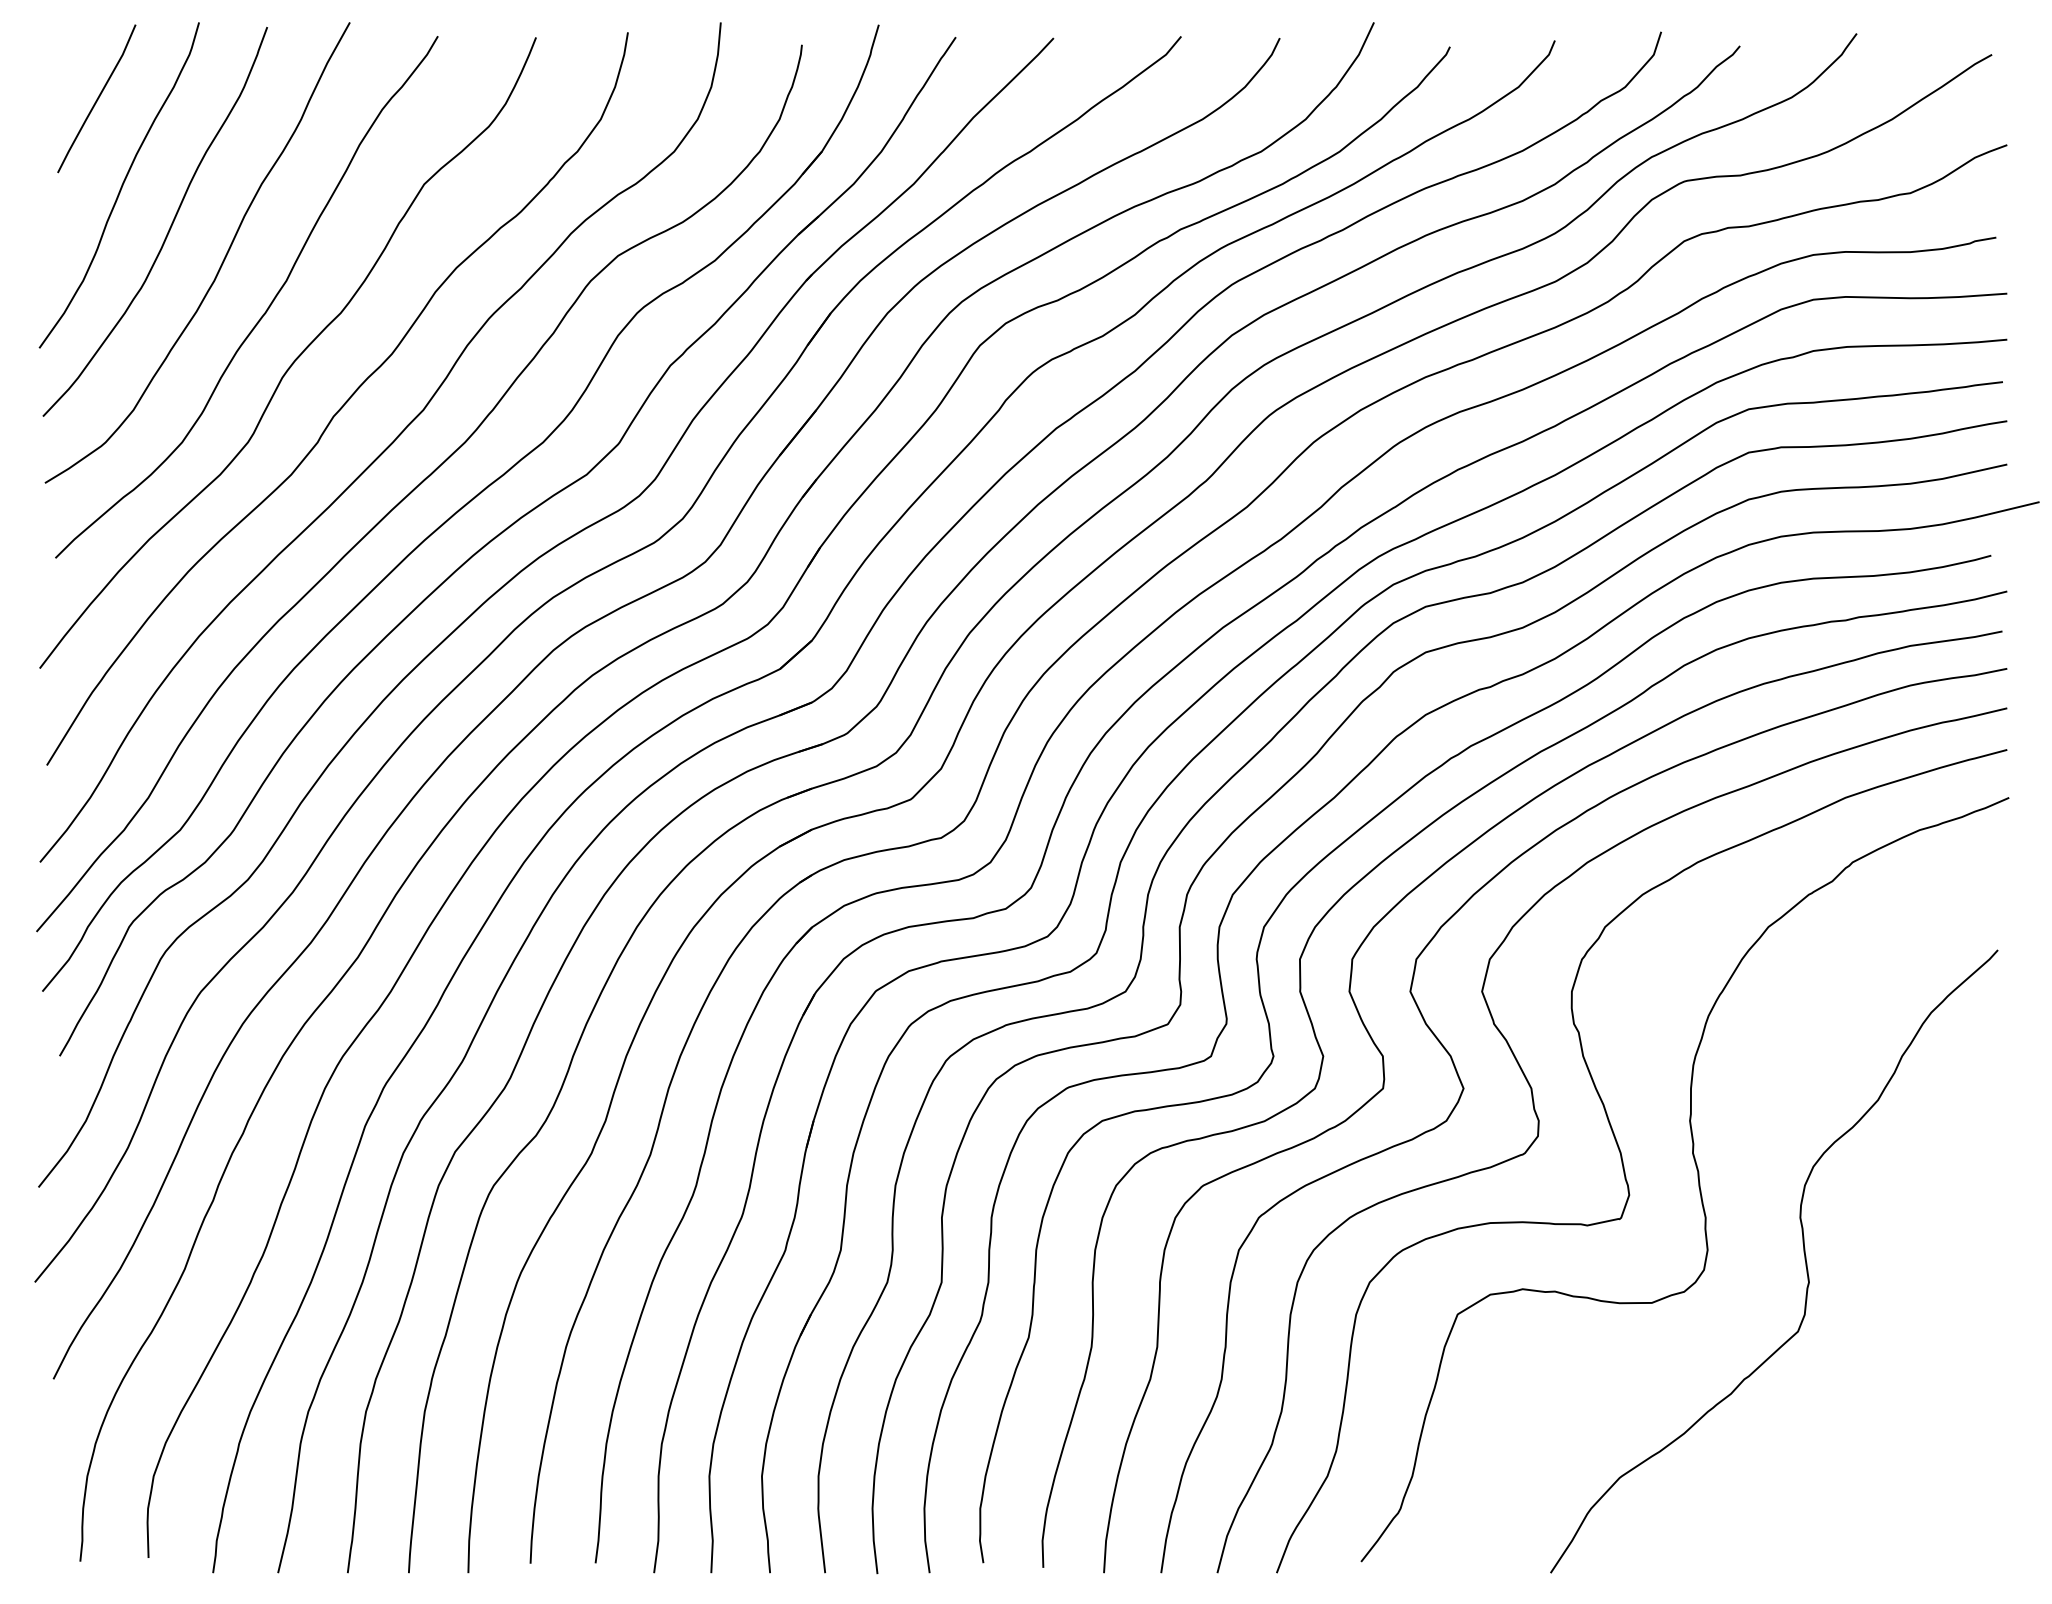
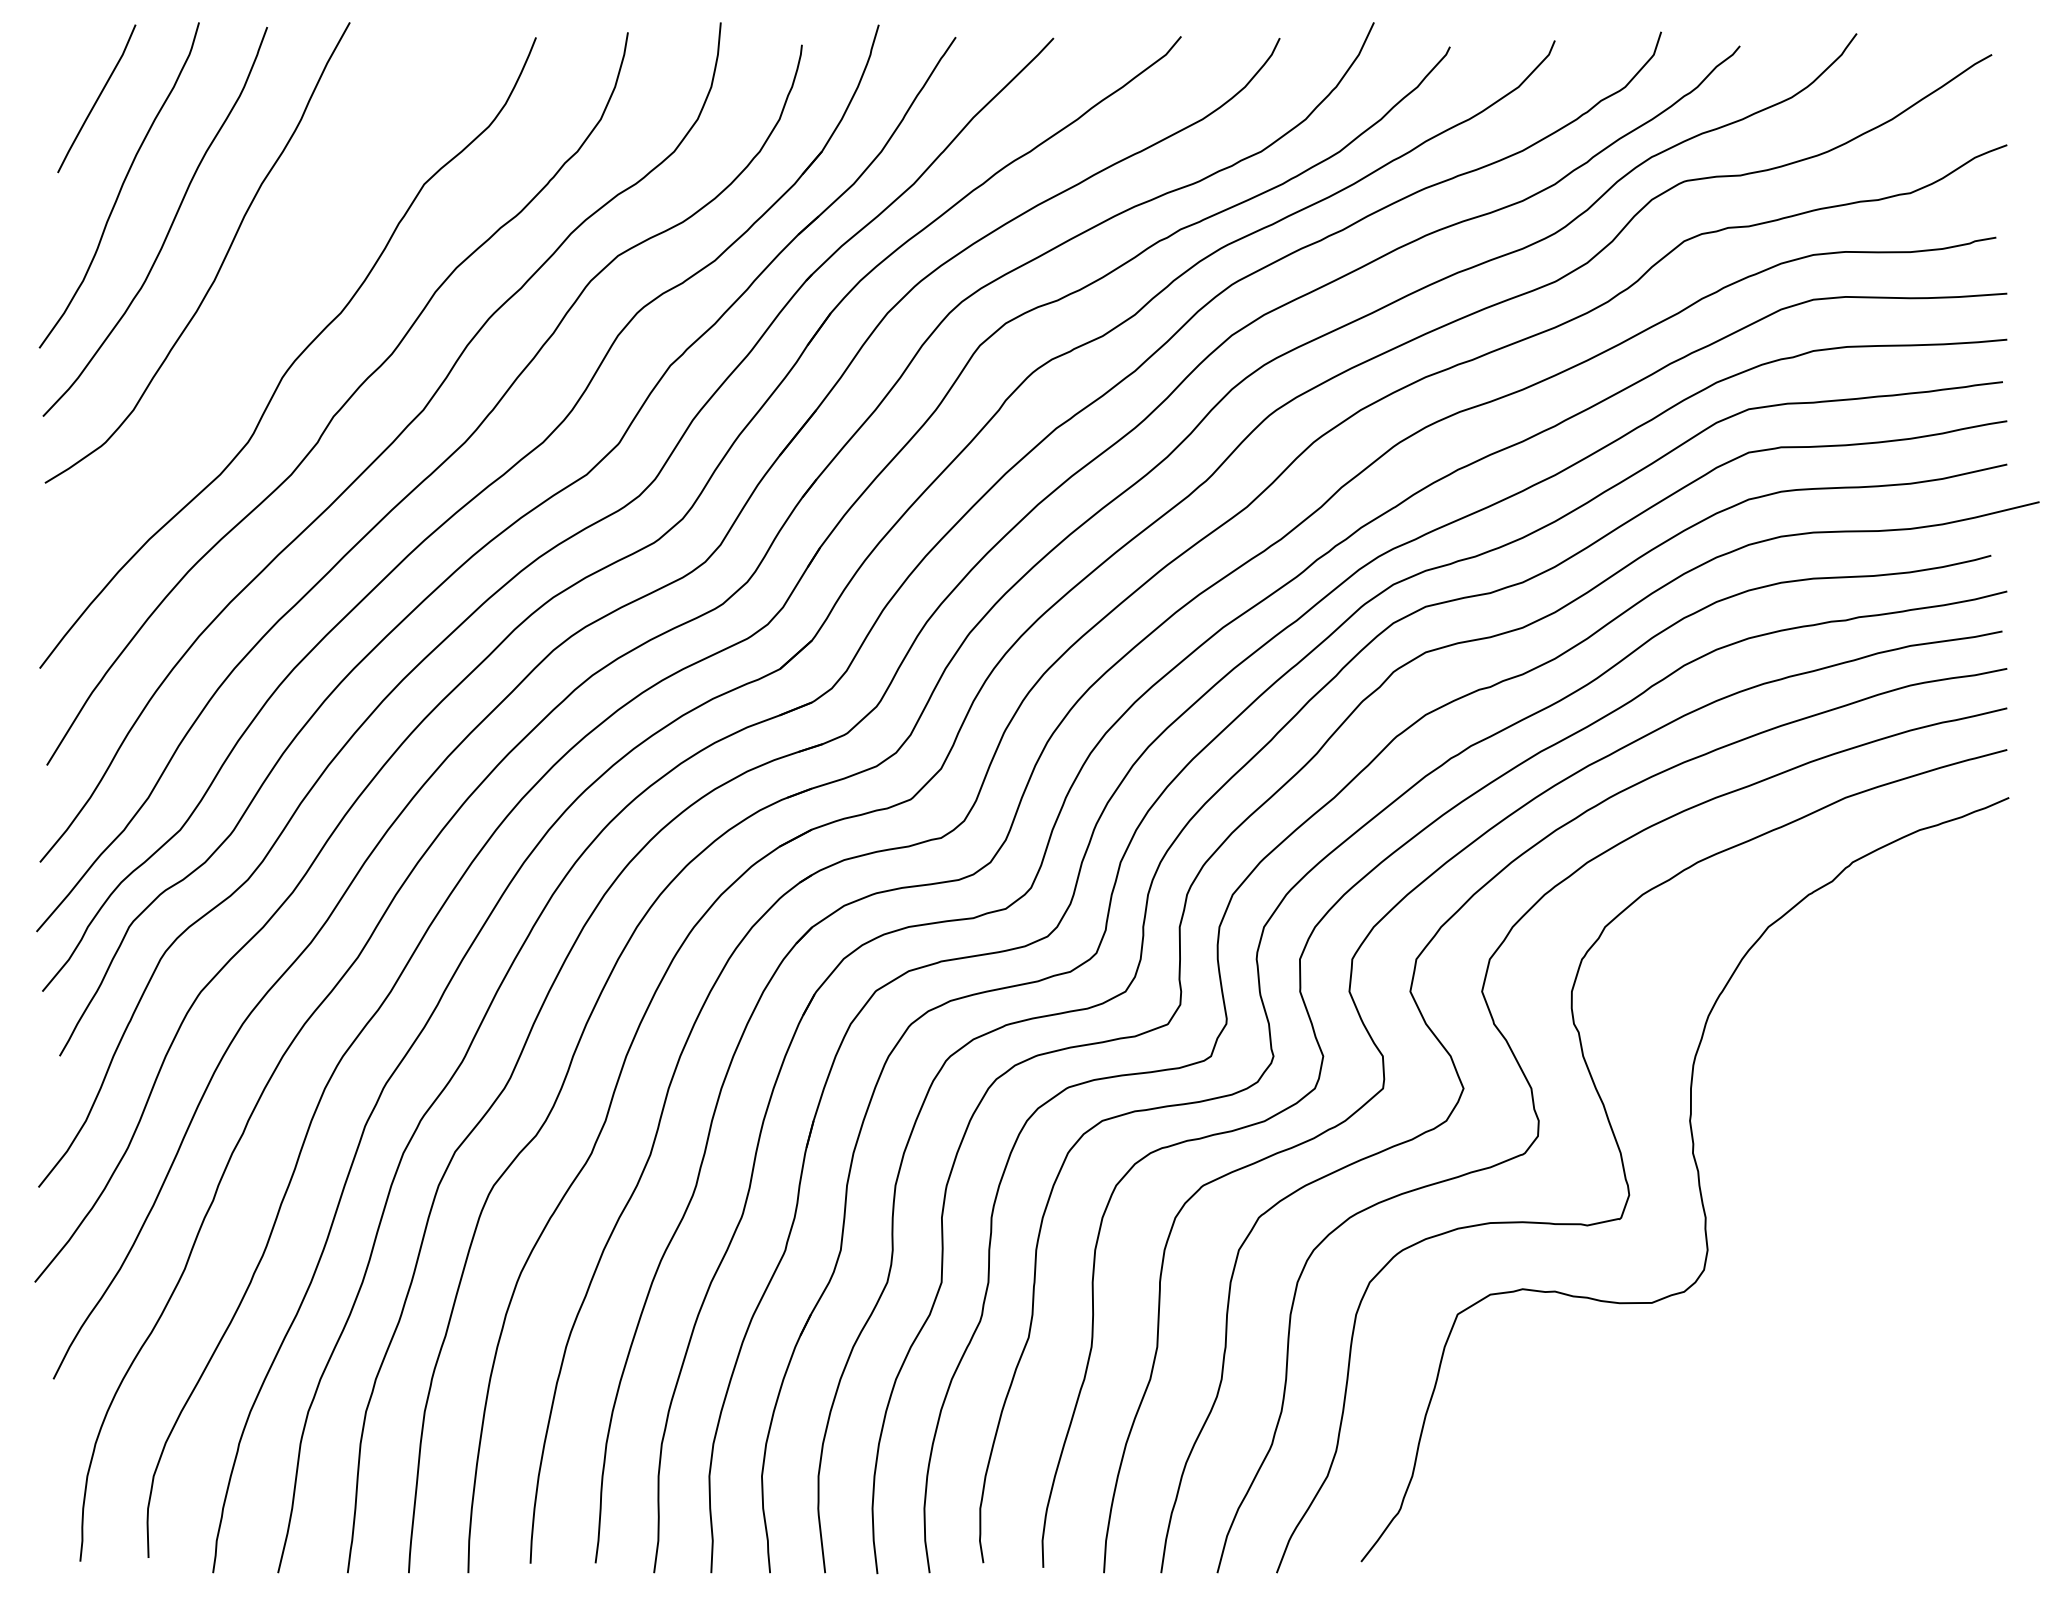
curve at (265, 310): present -> none
curve at (1804, 1259): present -> none
